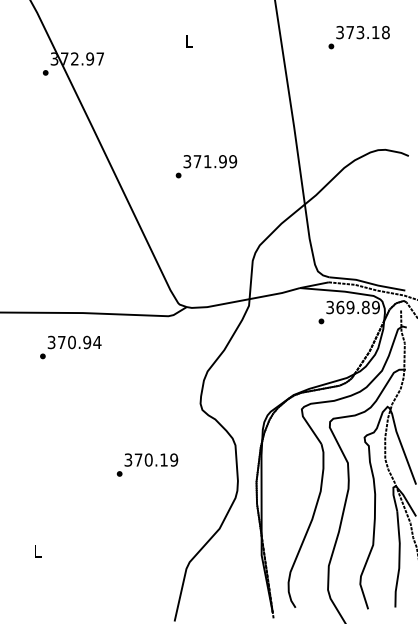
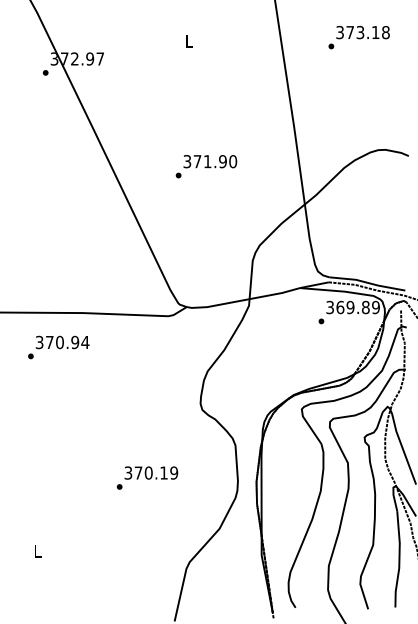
text at (232, 161): 371.99 -> 371.90
text at (70, 347) position: (70, 347) -> (58, 347)
text at (147, 464) position: (147, 464) -> (147, 477)
